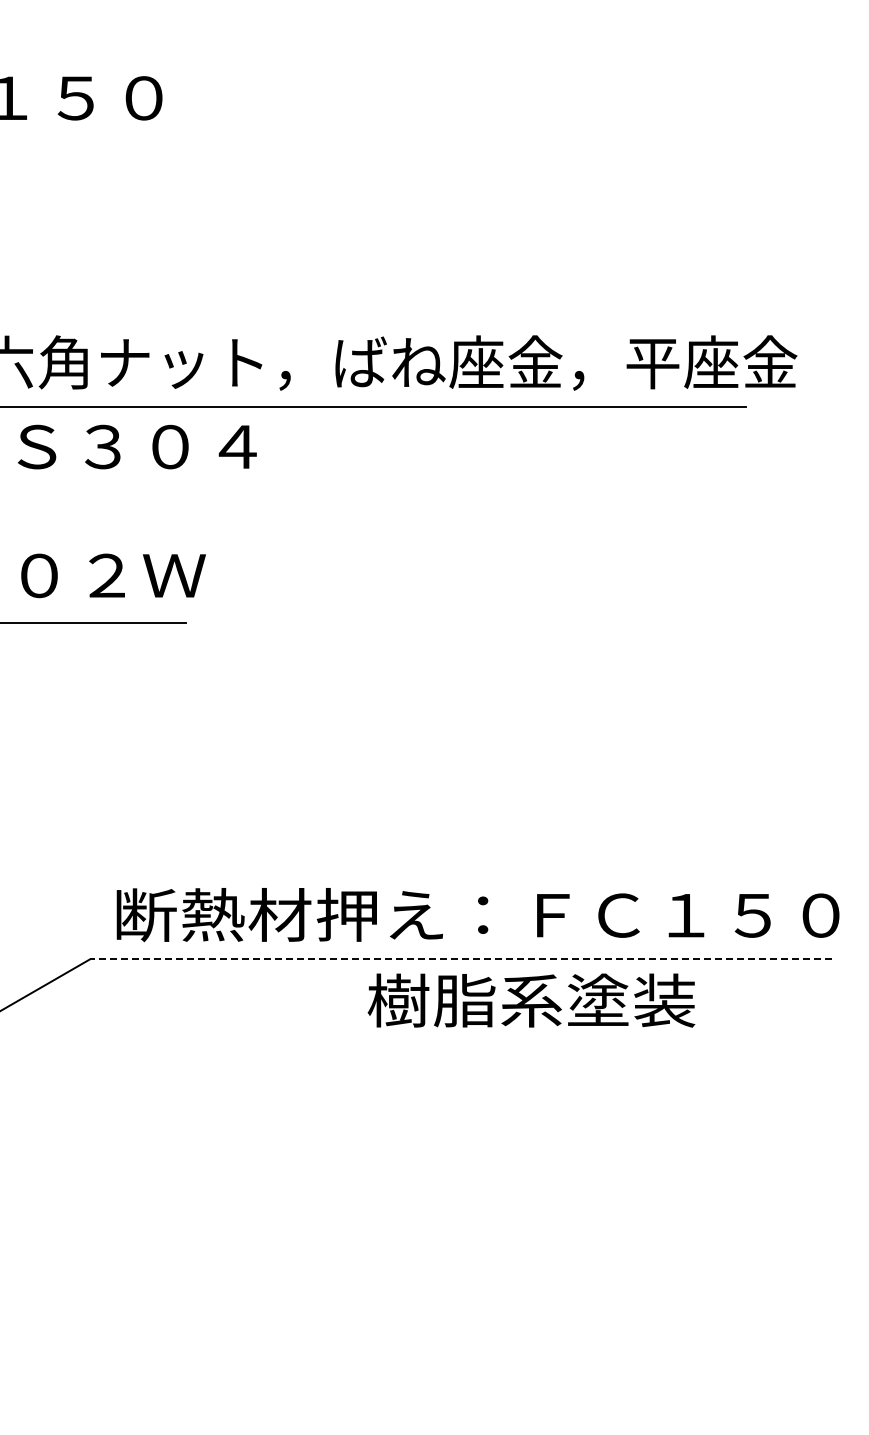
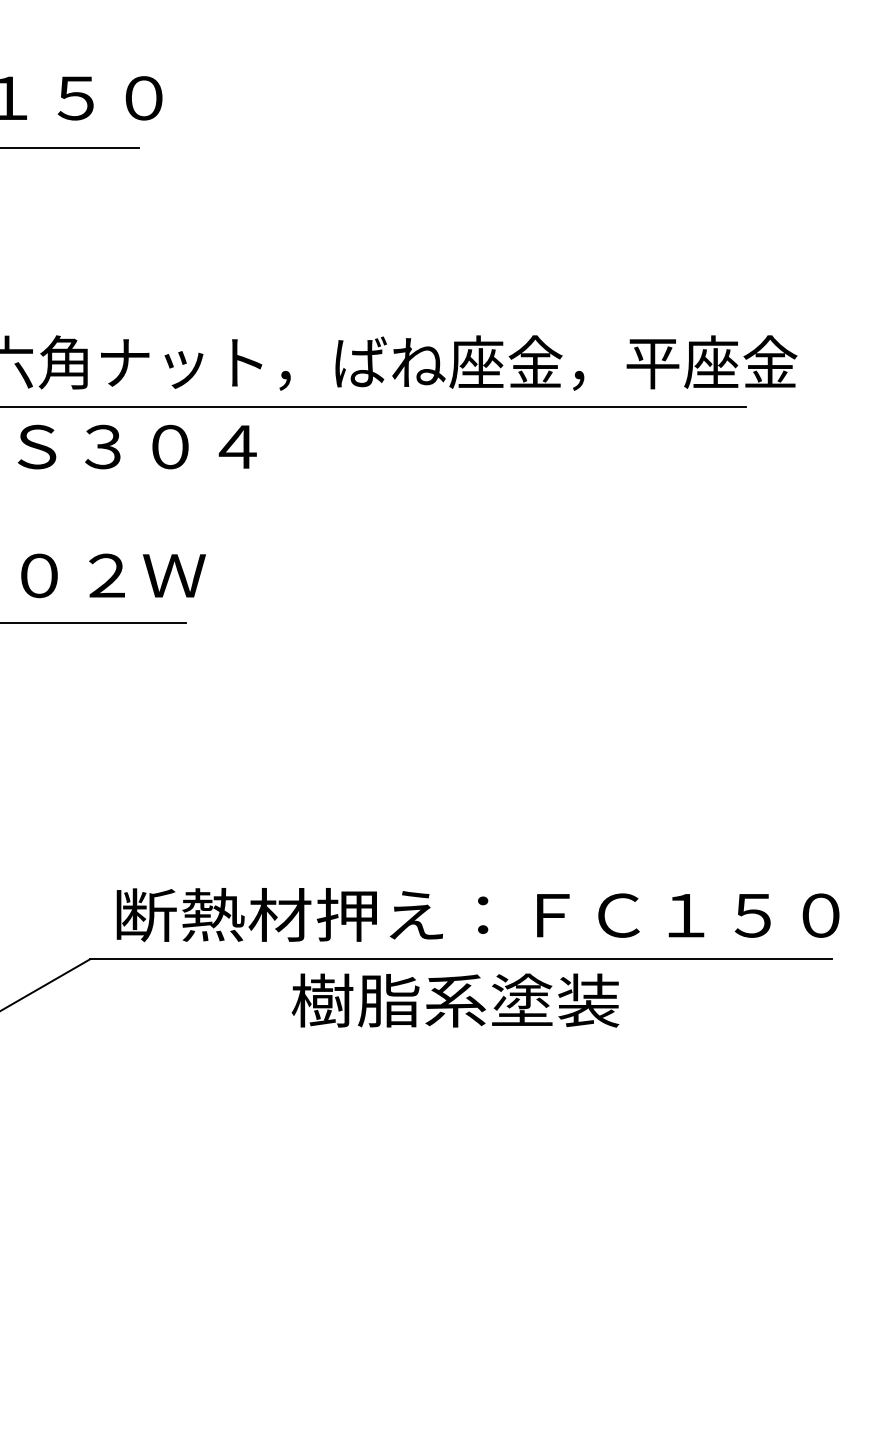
line at (70, 148): none -> present
line at (460, 959): dashed -> solid
text at (531, 1000) position: (531, 1000) -> (455, 1000)
